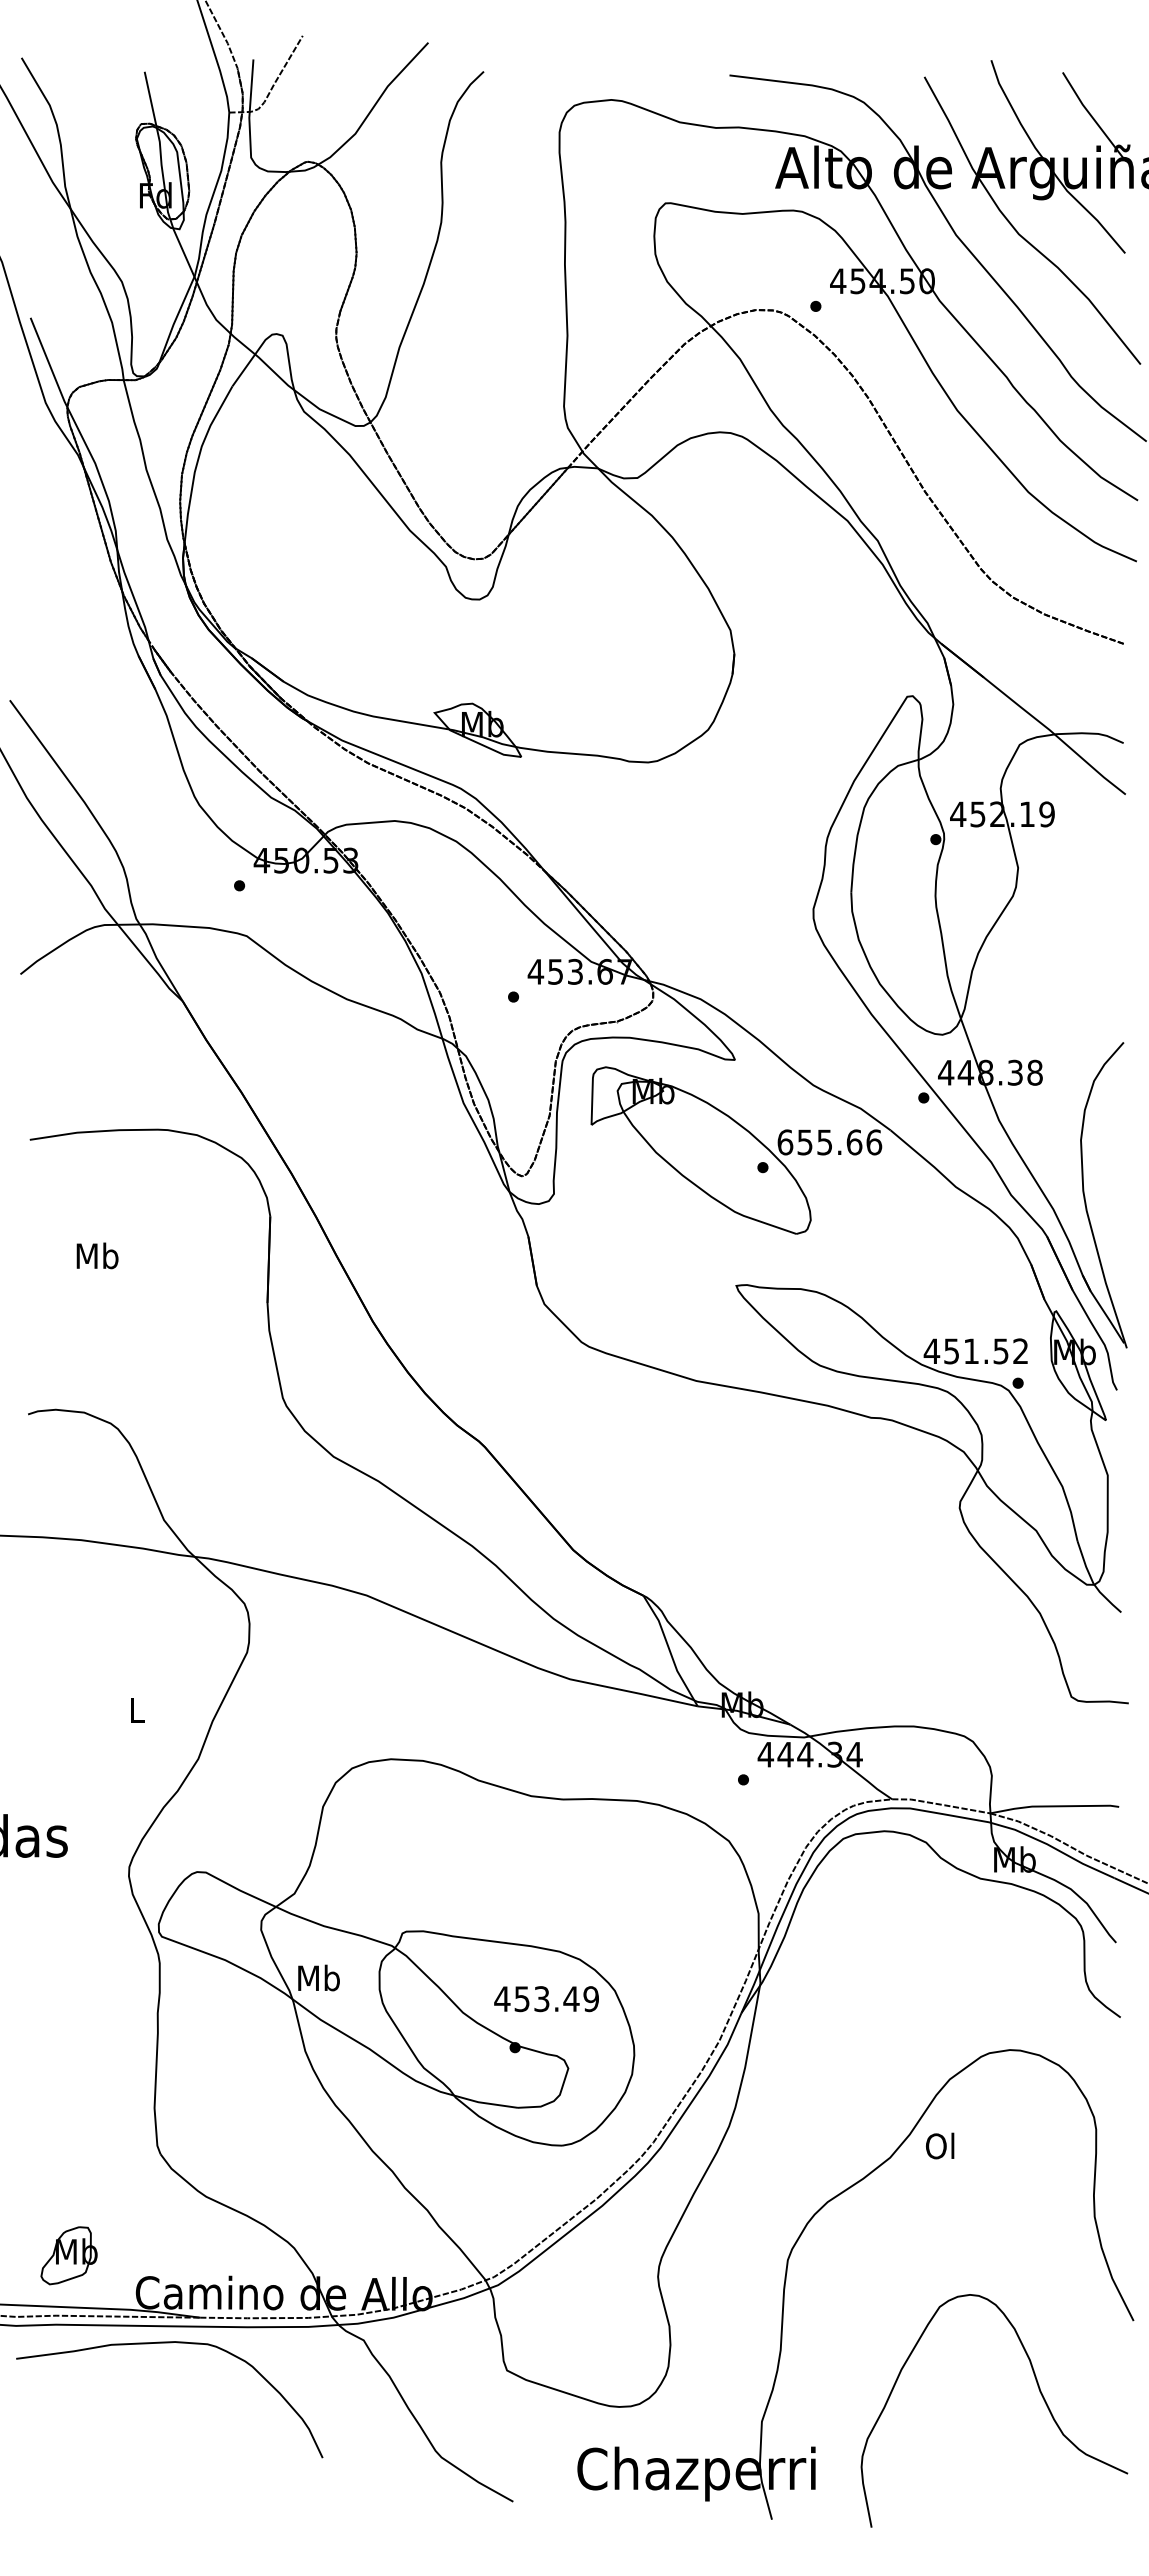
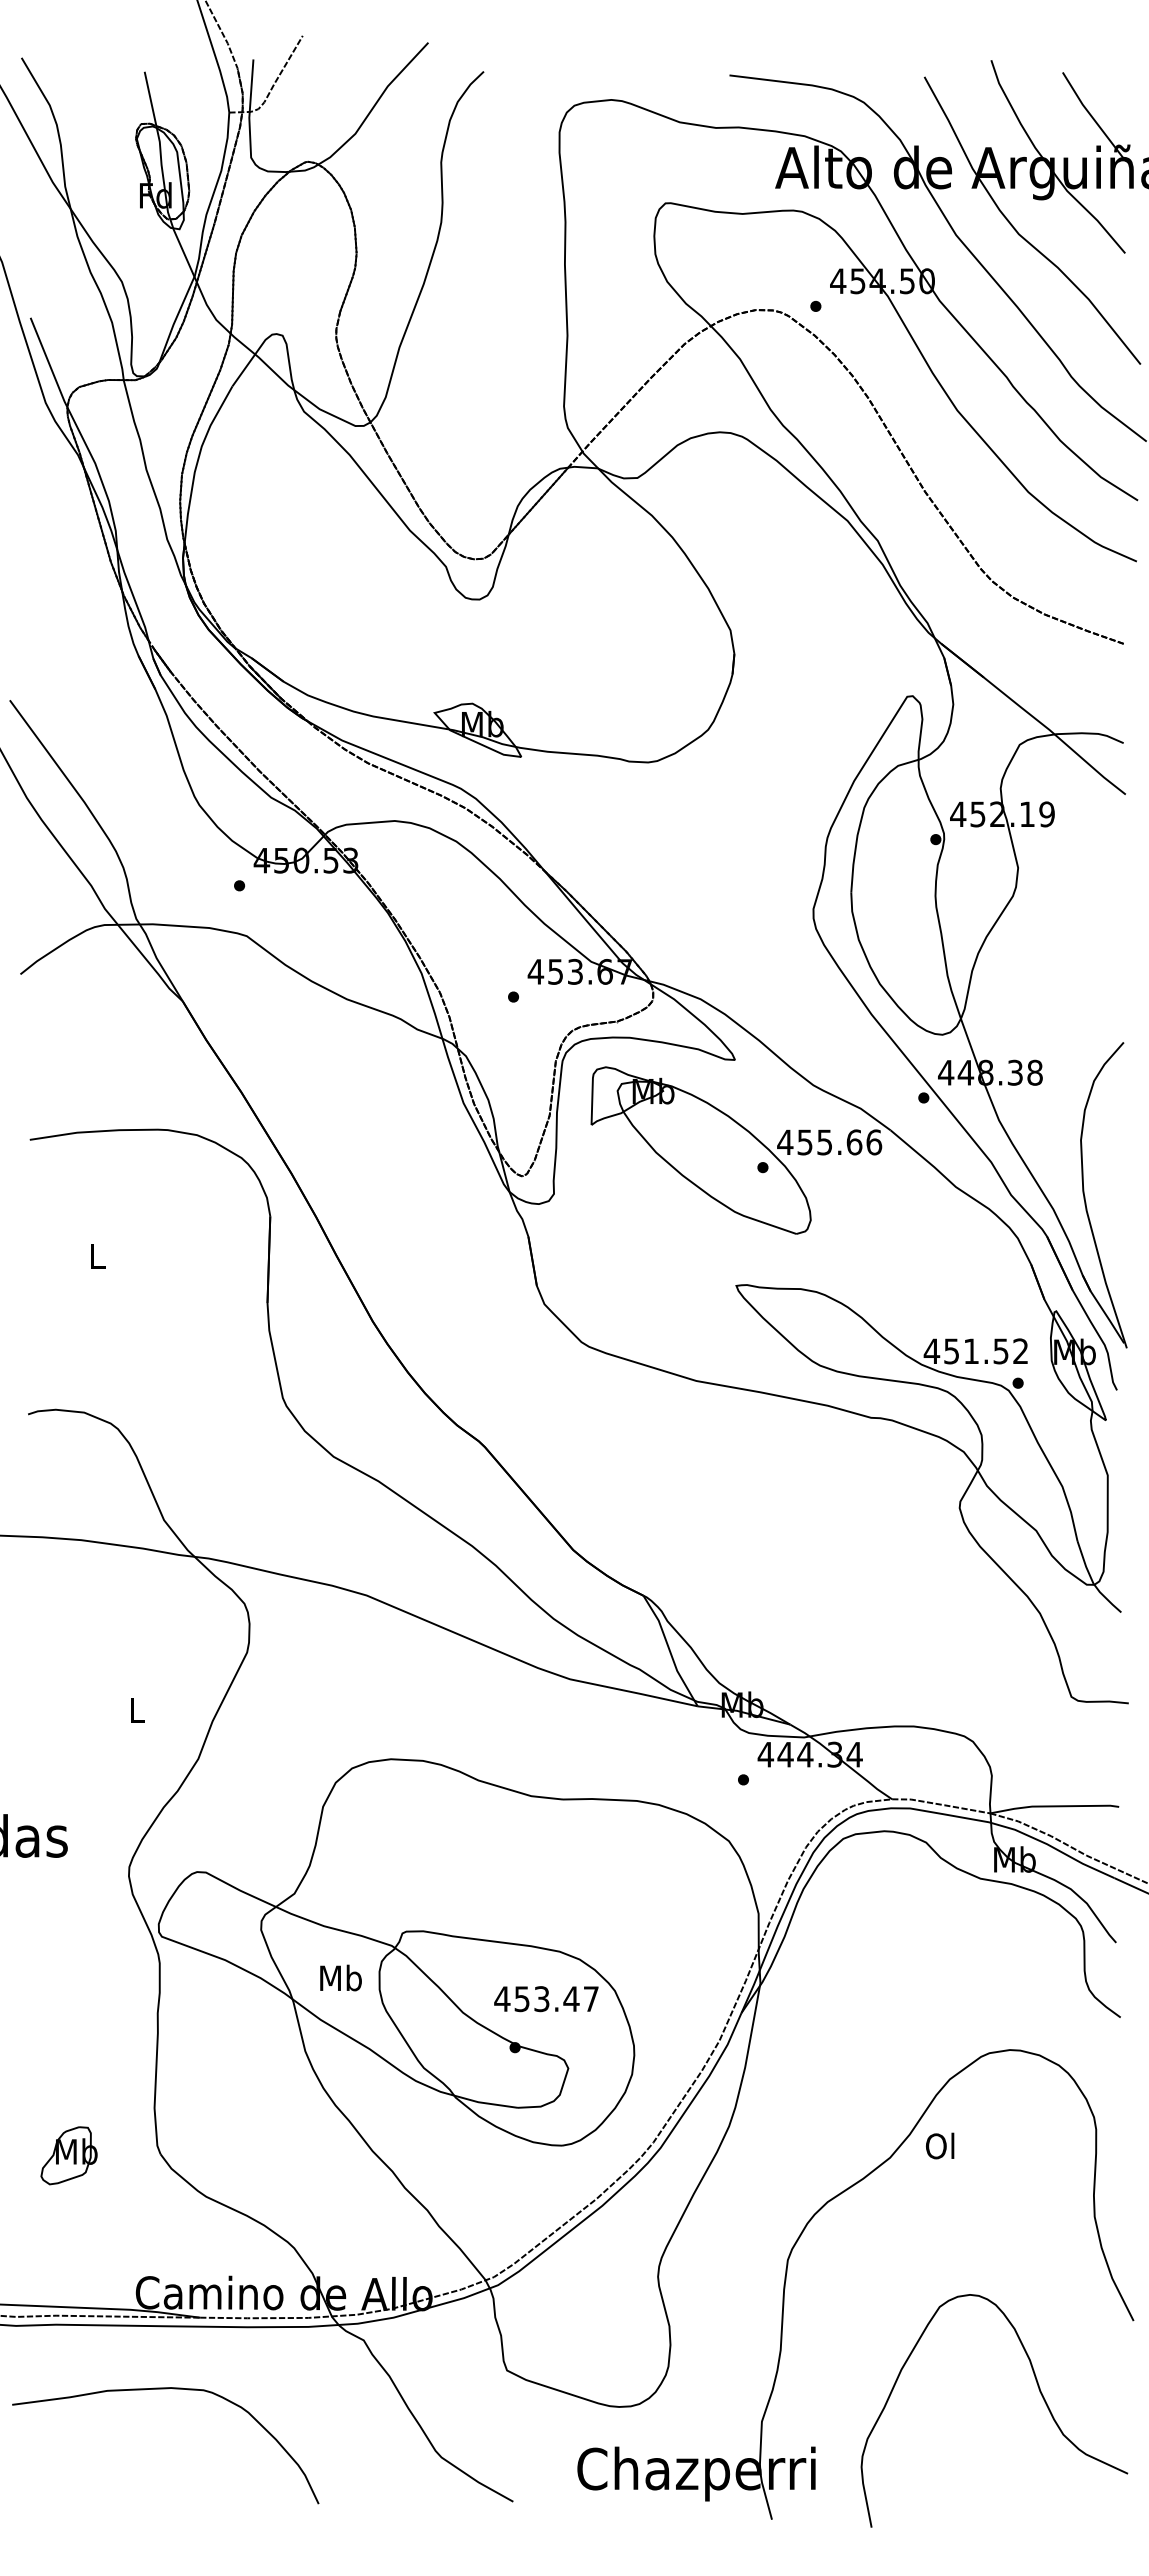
text at (785, 1142): 655.66 -> 455.66
text at (97, 1255): Mb -> L
text at (318, 1977) position: (318, 1977) -> (340, 1977)
text at (590, 1999): 453.49 -> 453.47
part at (68, 2255) position: (68, 2255) -> (68, 2155)
curve at (169, 2343) position: (169, 2343) -> (165, 2389)
